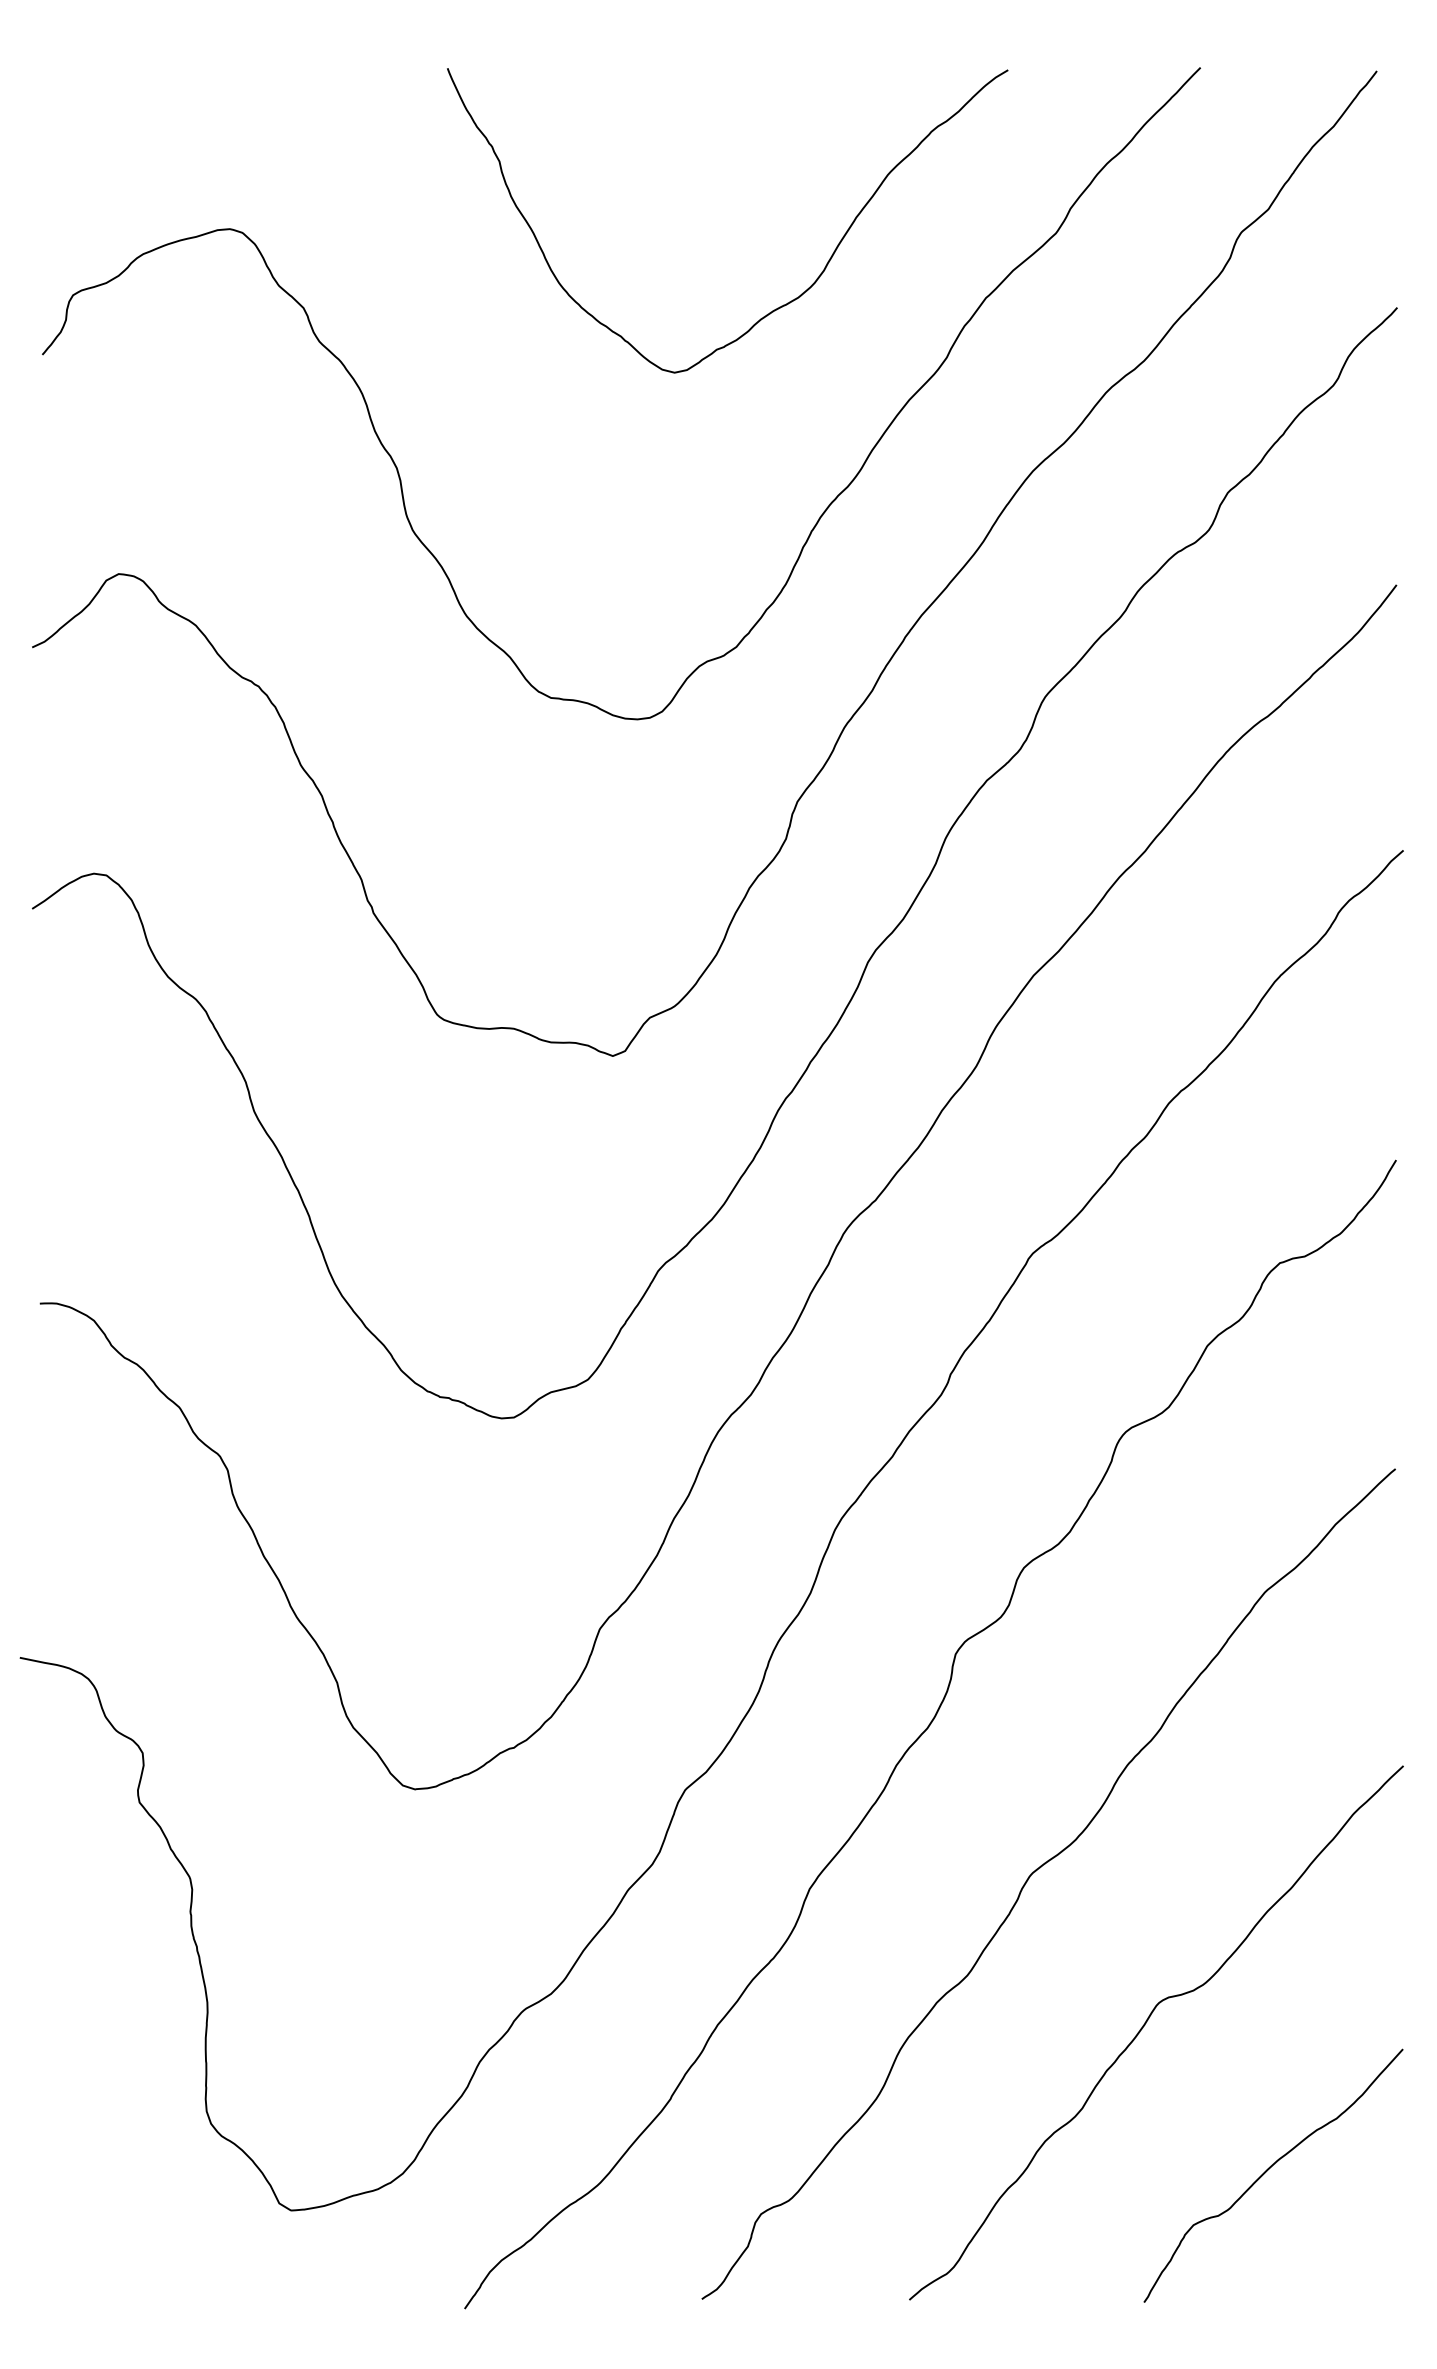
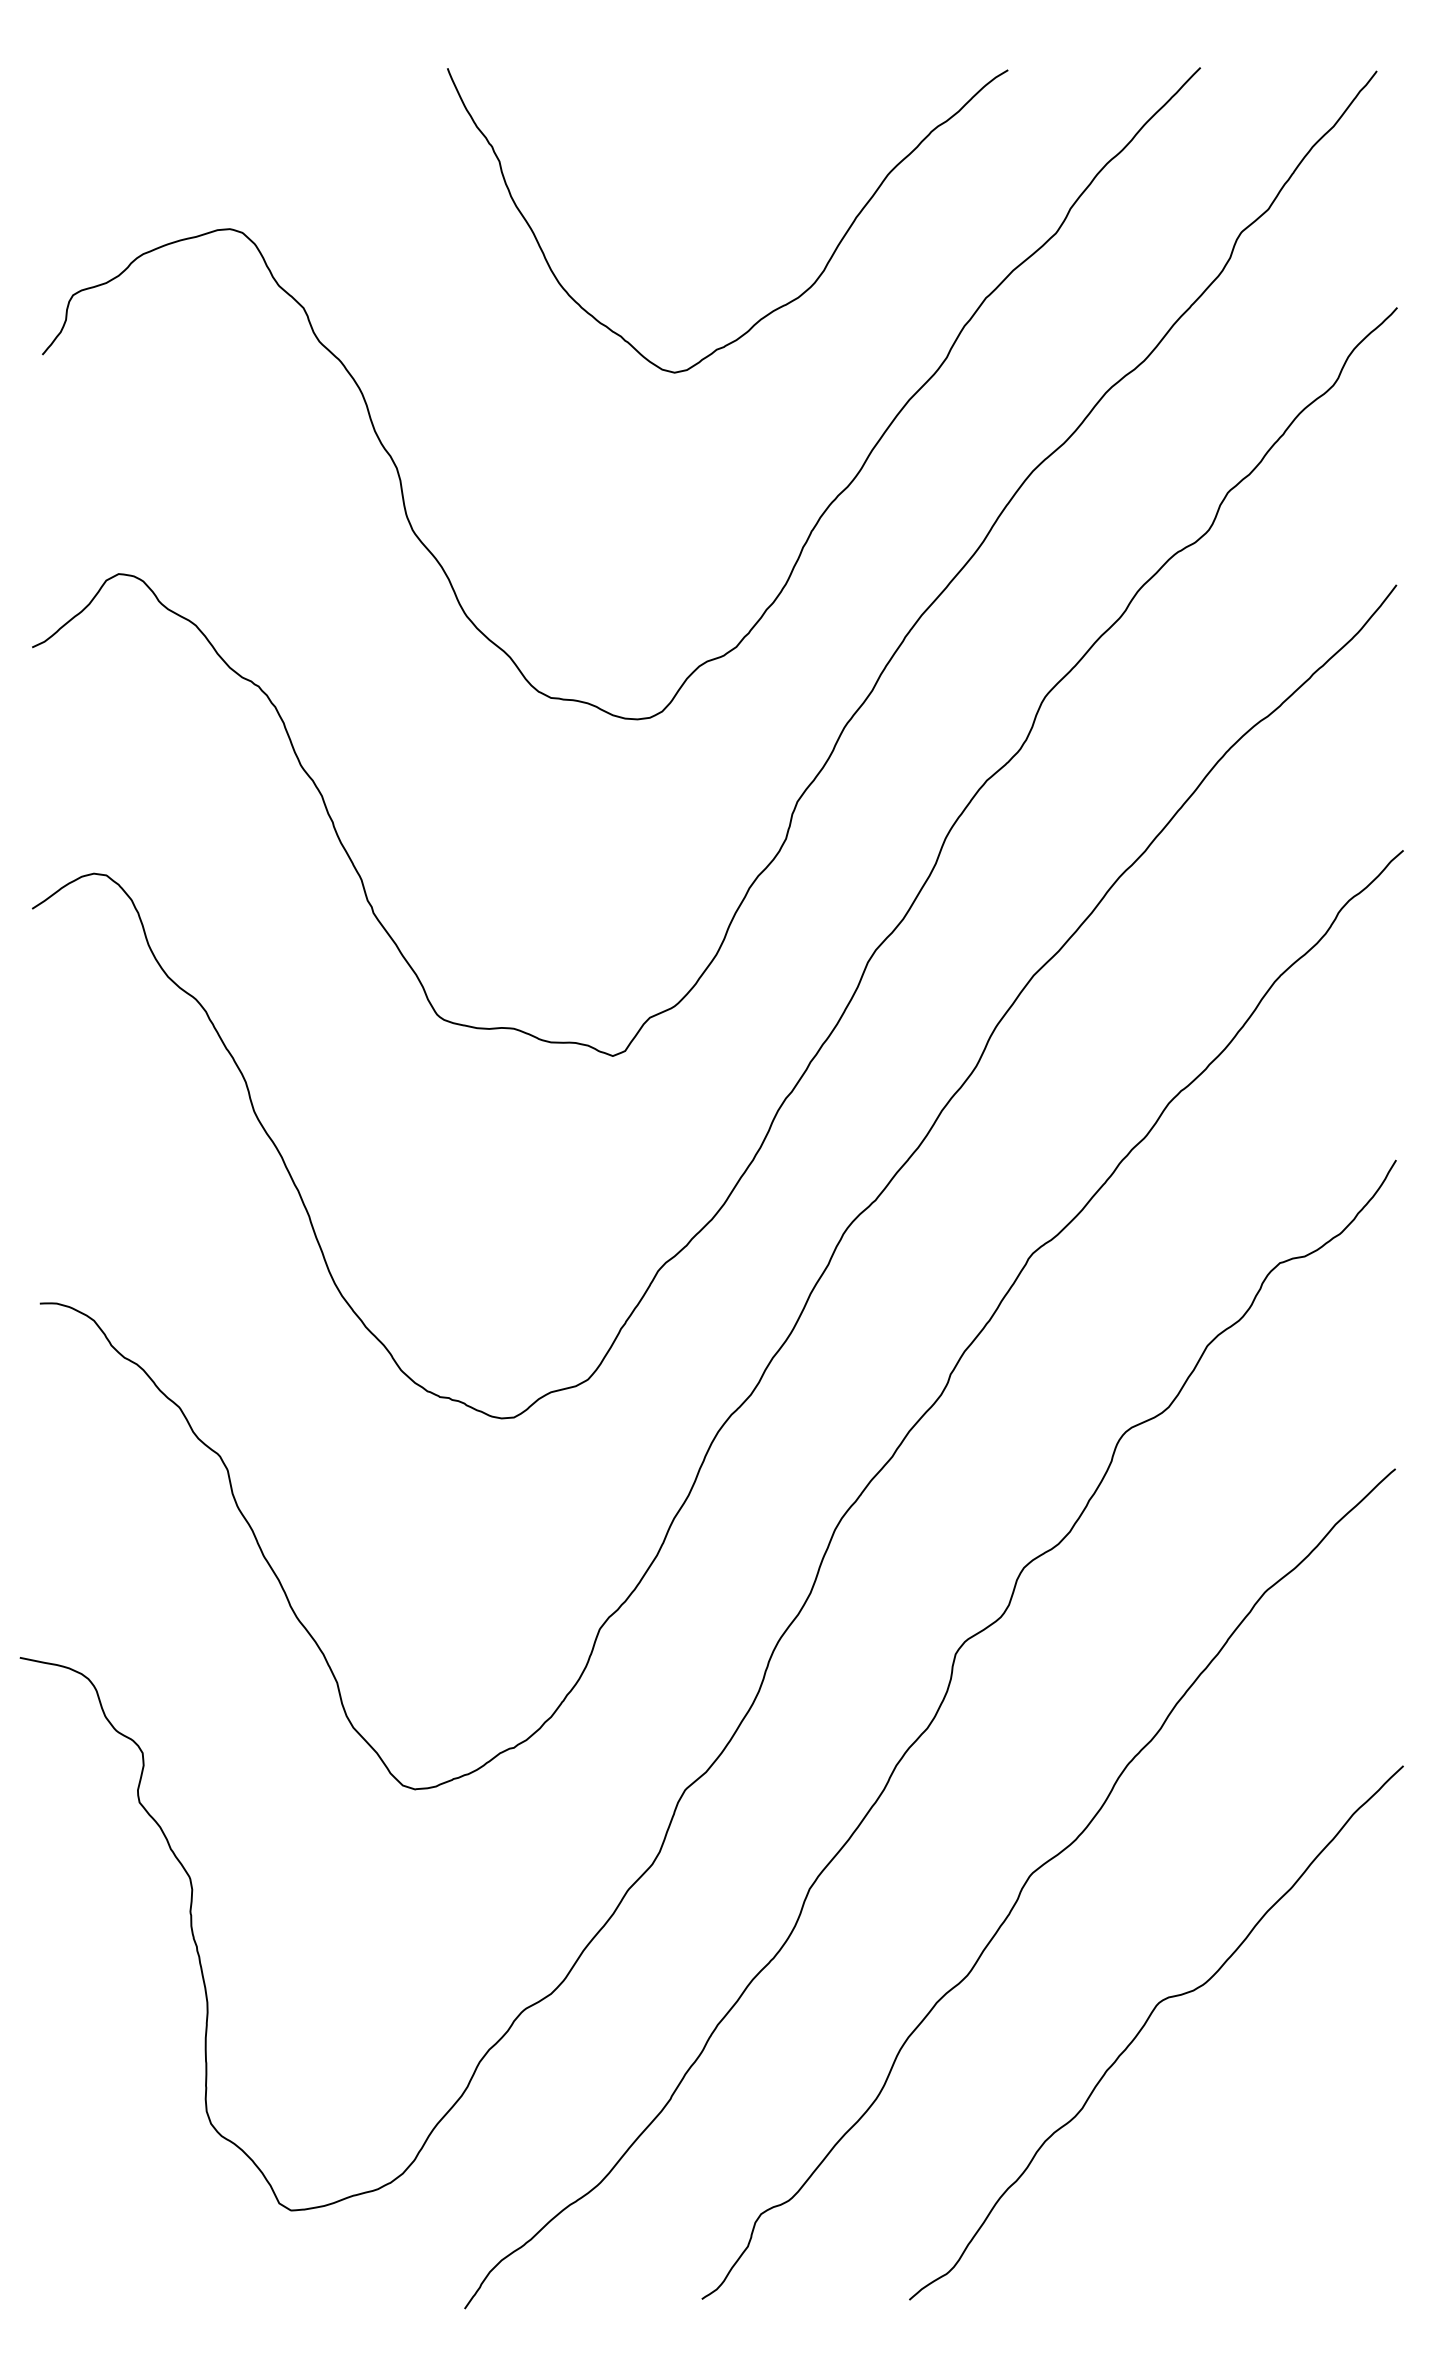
curve at (1268, 2170): present -> none
